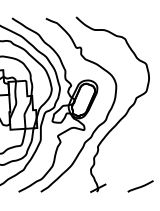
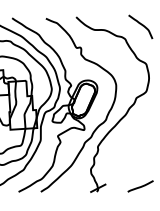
curve at (141, 25): none -> present
